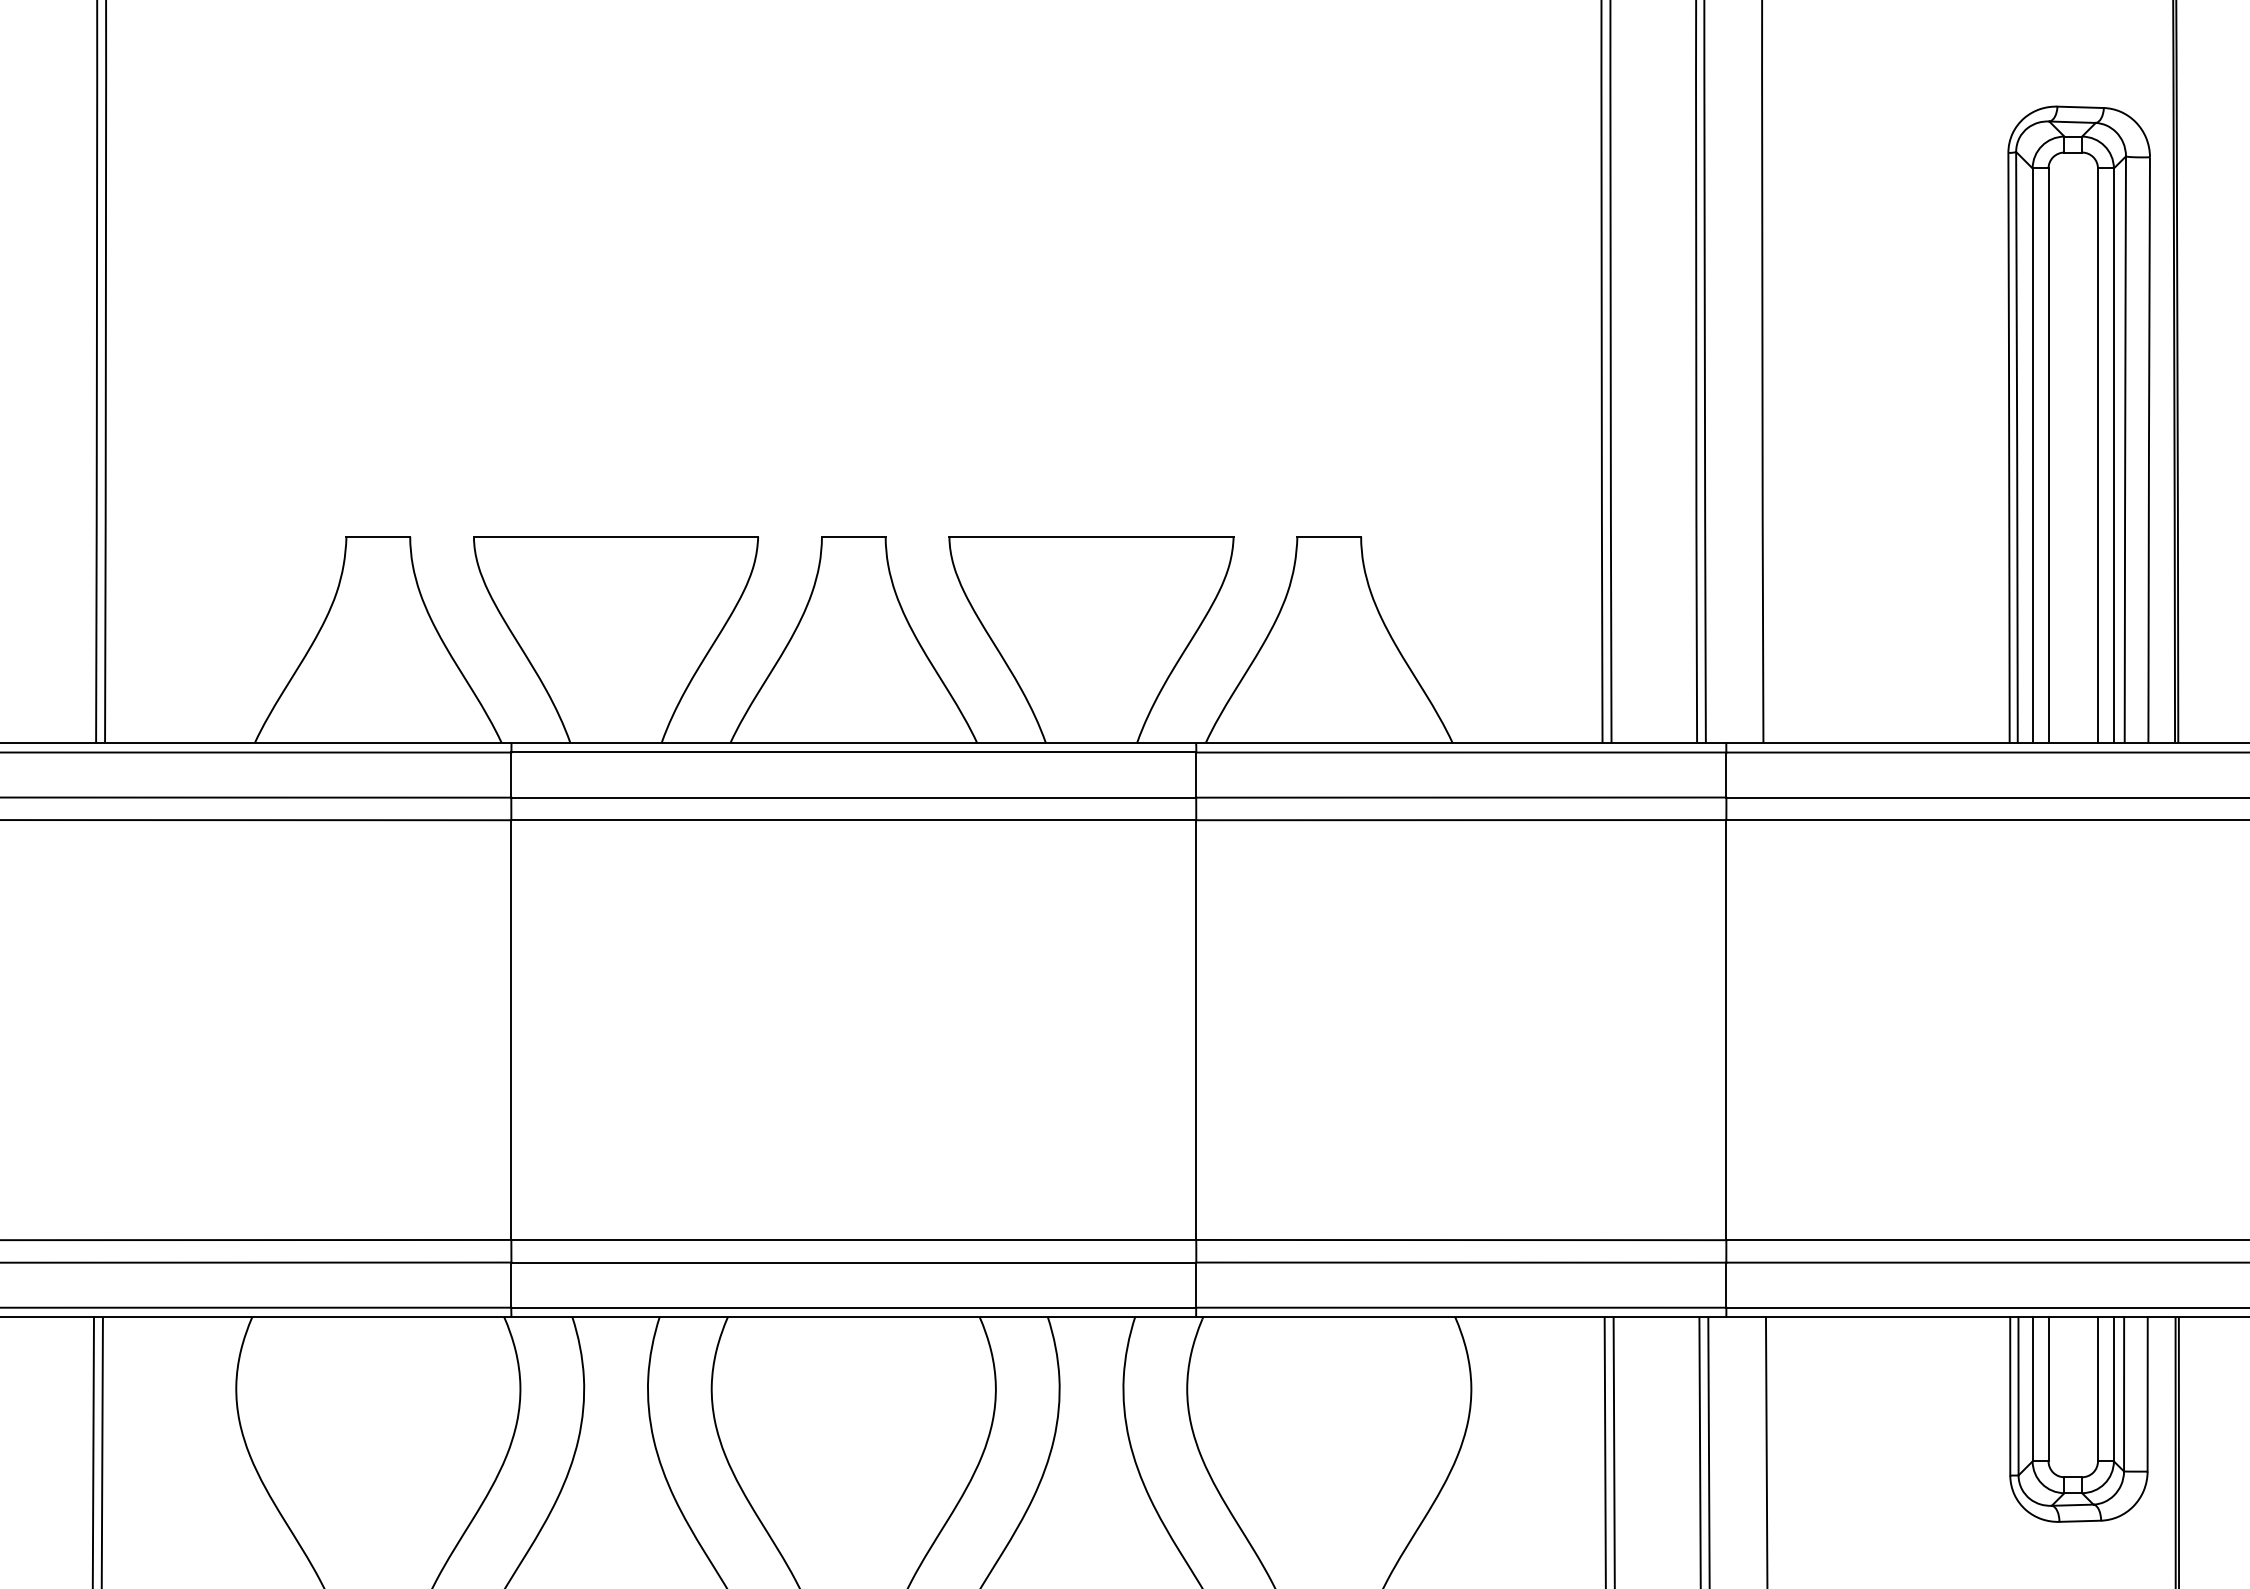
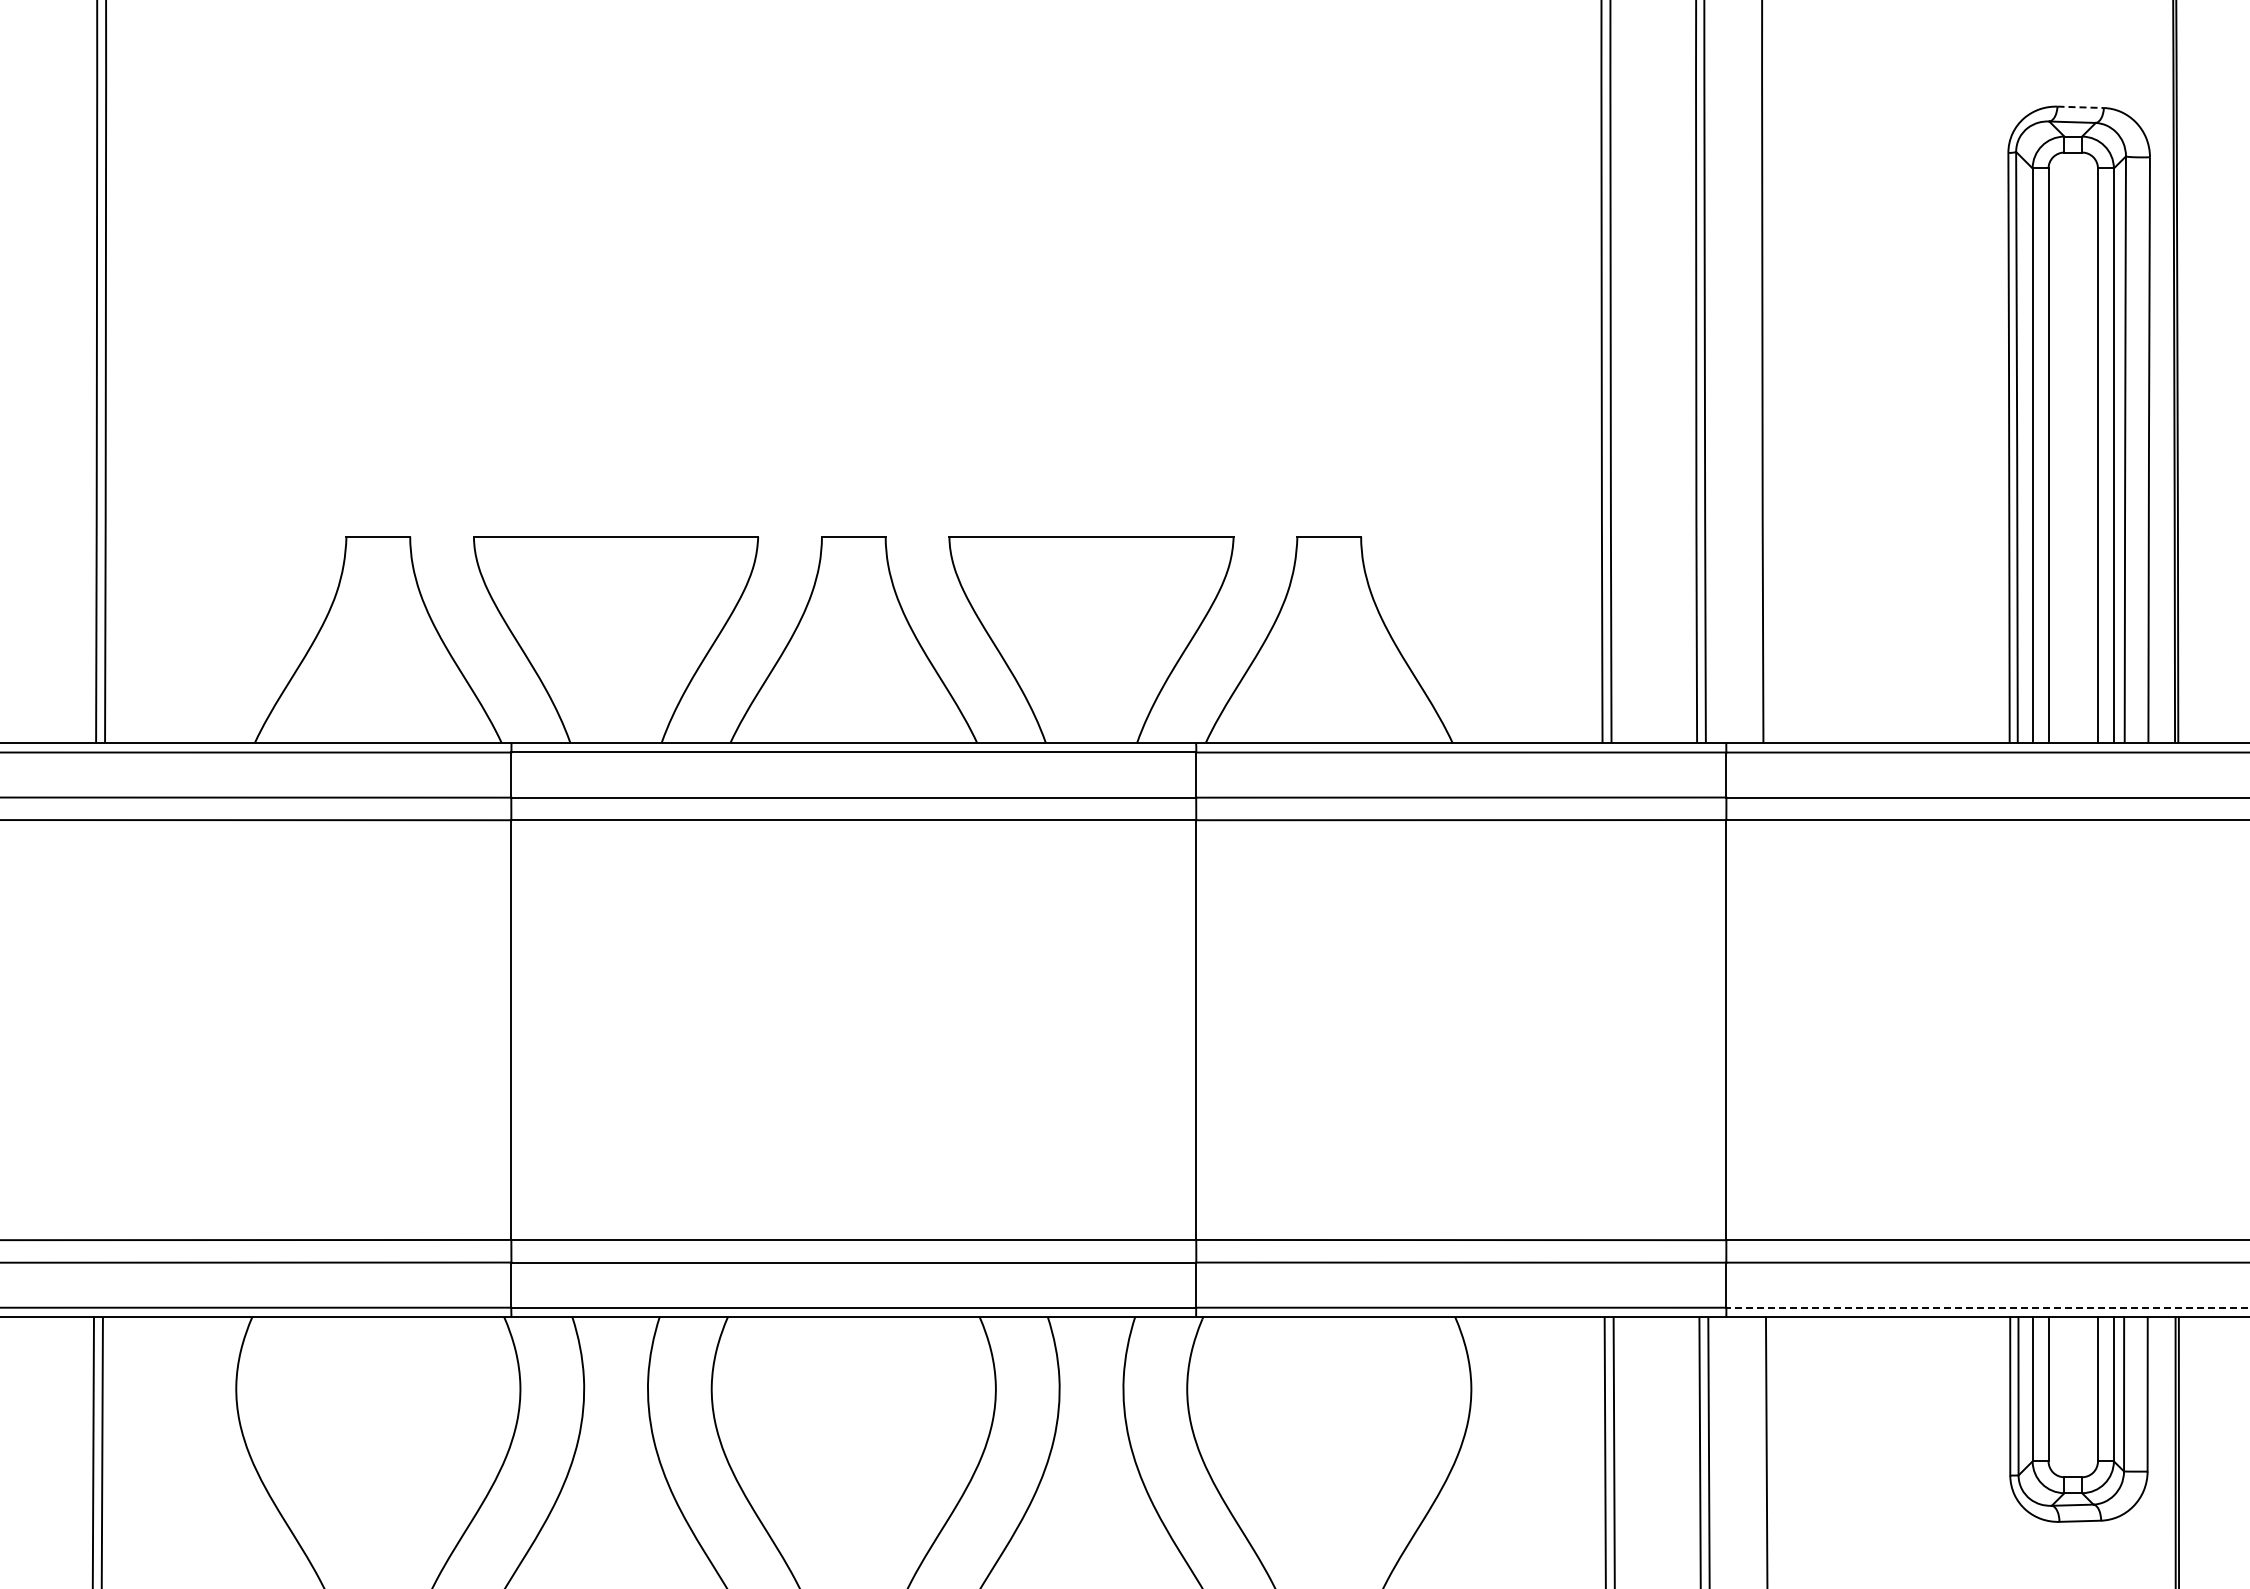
line at (2081, 107): solid -> dashed
line at (1987, 1307): solid -> dashed
